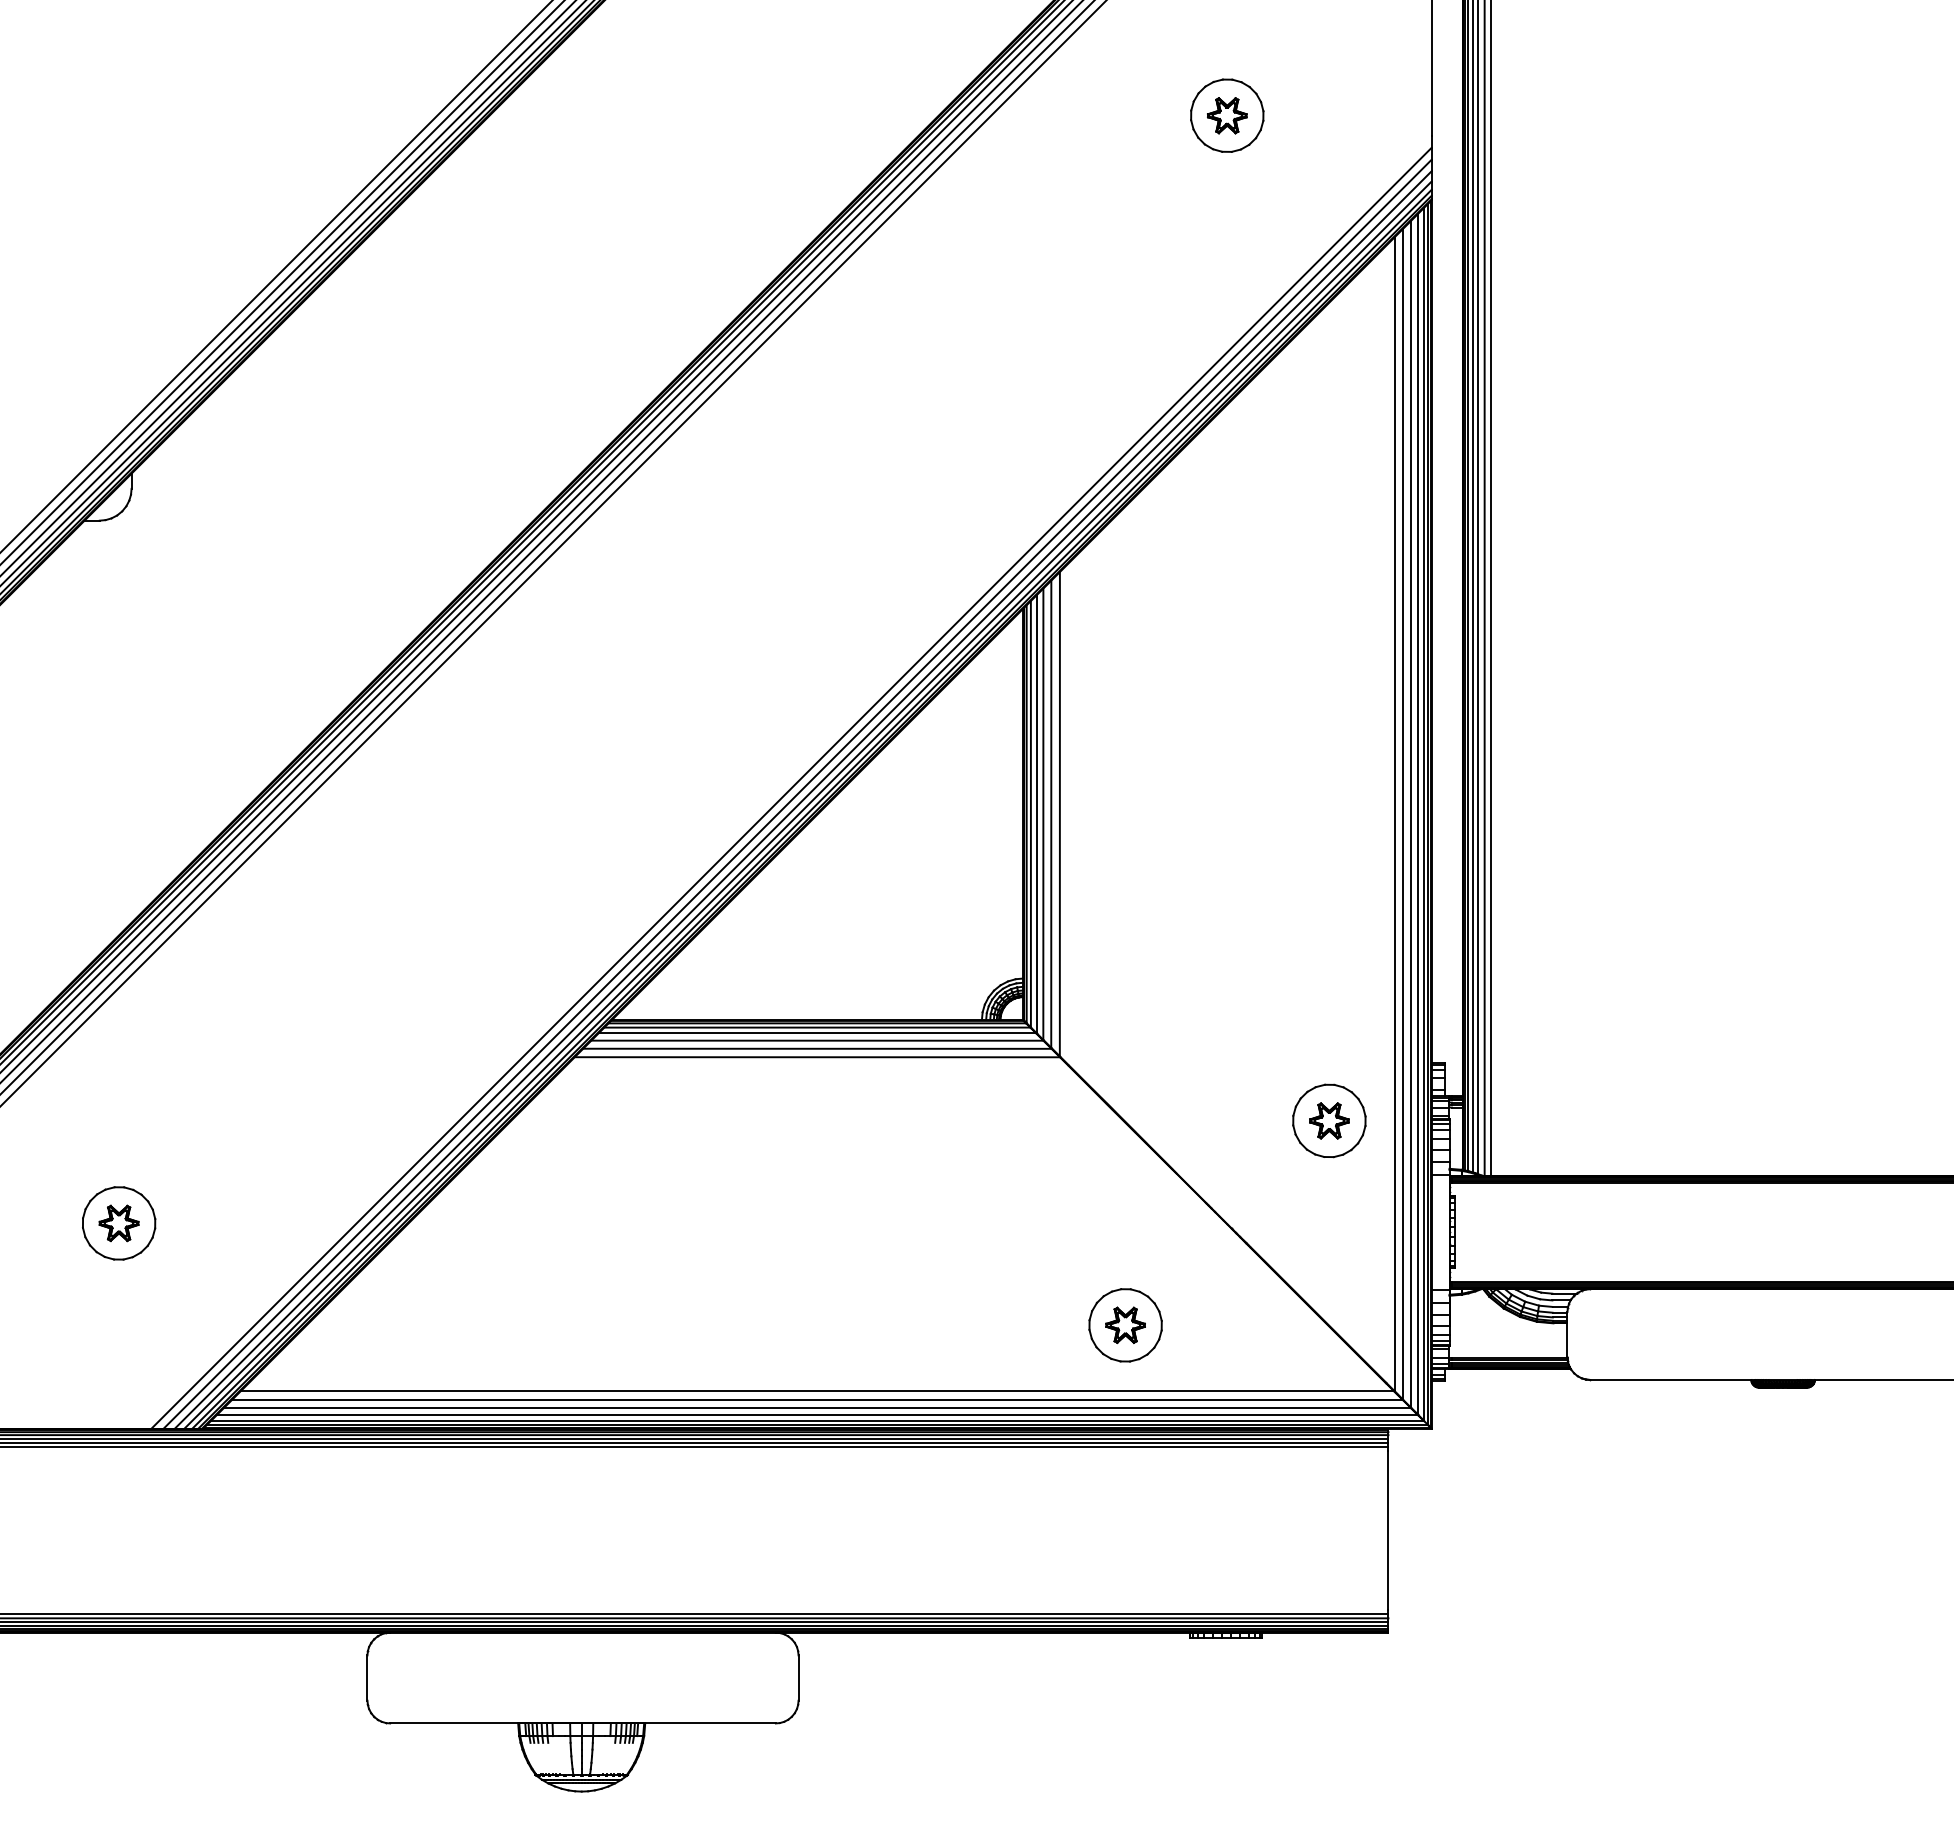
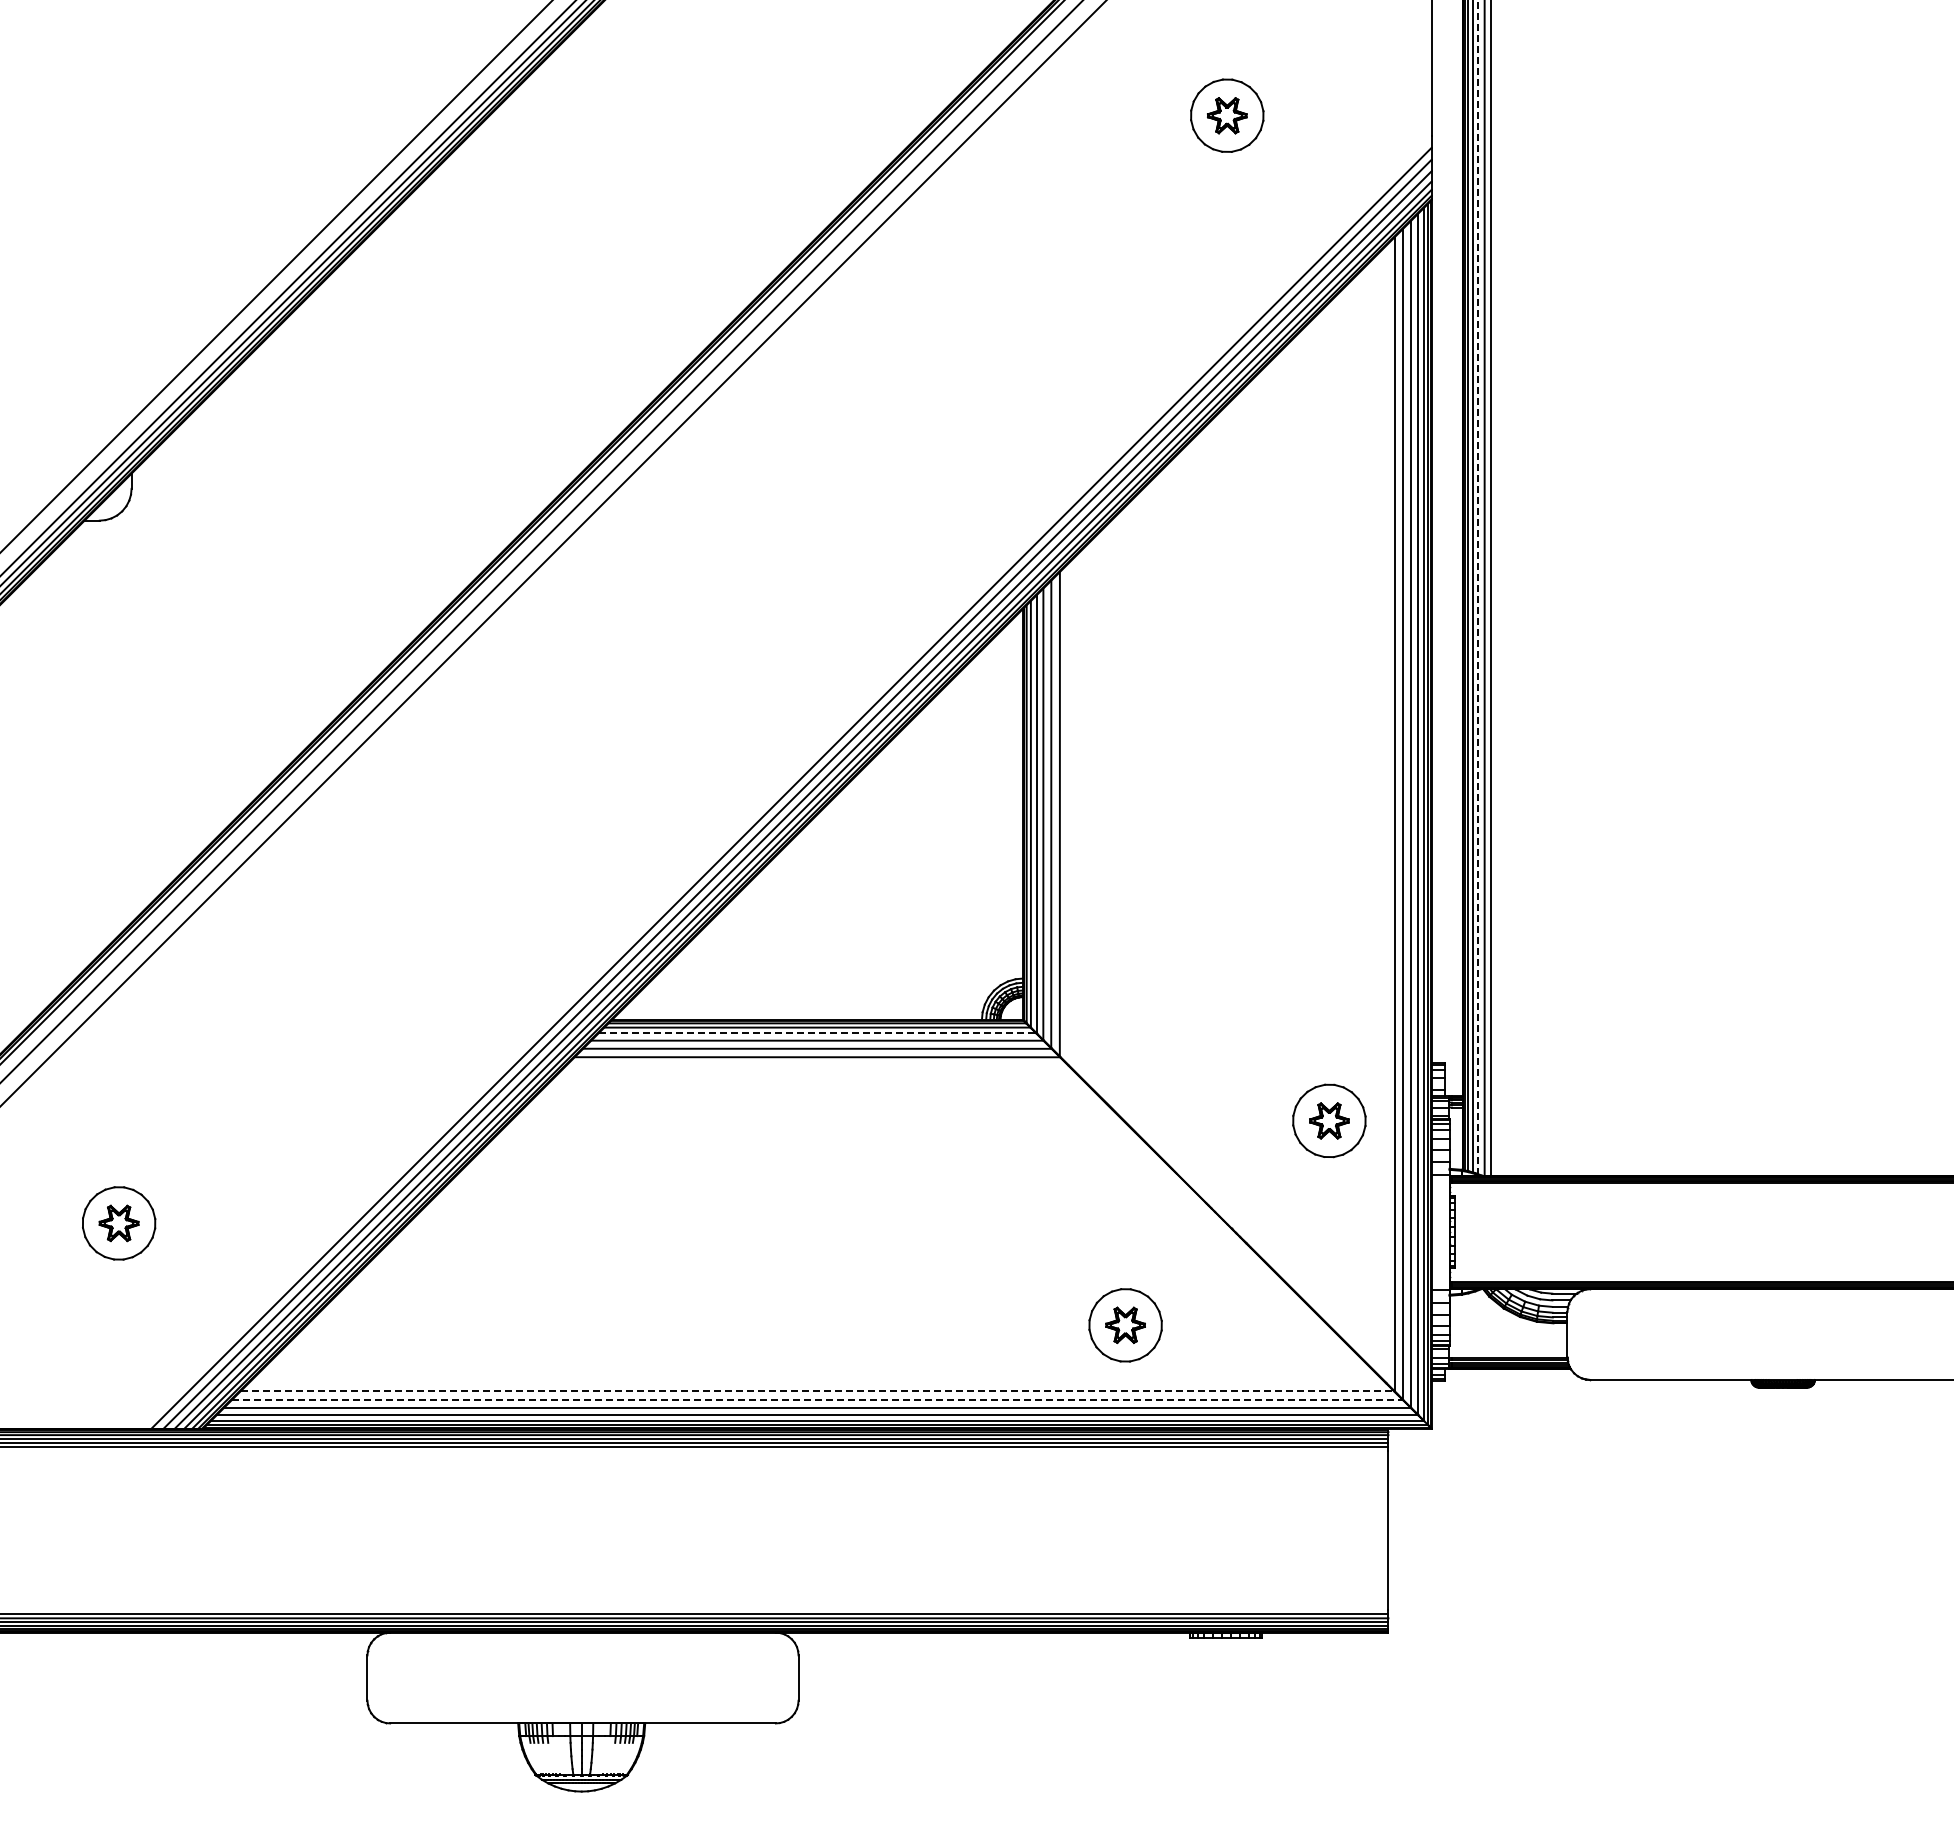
line at (282, 282): present -> none
line at (536, 536): present -> none
line at (547, 547): present -> none
line at (1478, 587): solid -> dashed
line at (818, 1033): solid -> dashed
line at (817, 1391): solid -> dashed
line at (818, 1399): solid -> dashed
